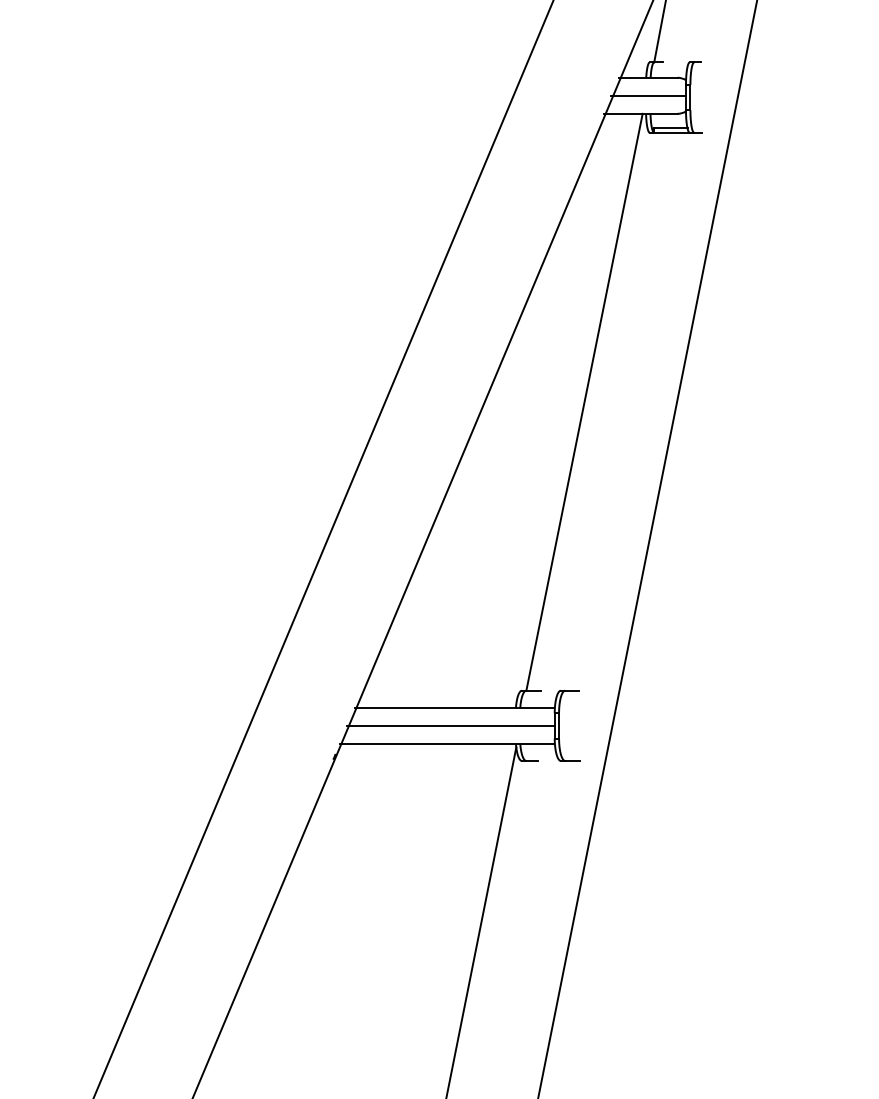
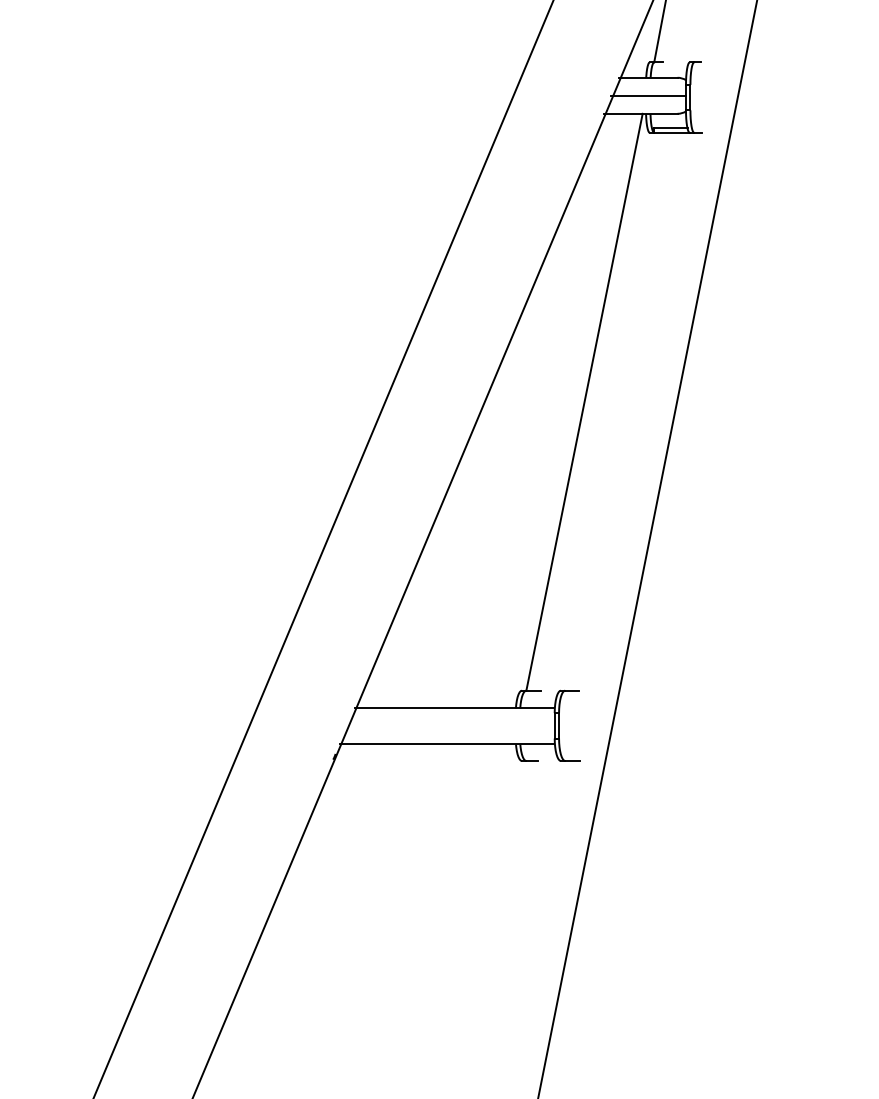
line at (450, 726): present -> none
line at (481, 921): present -> none
